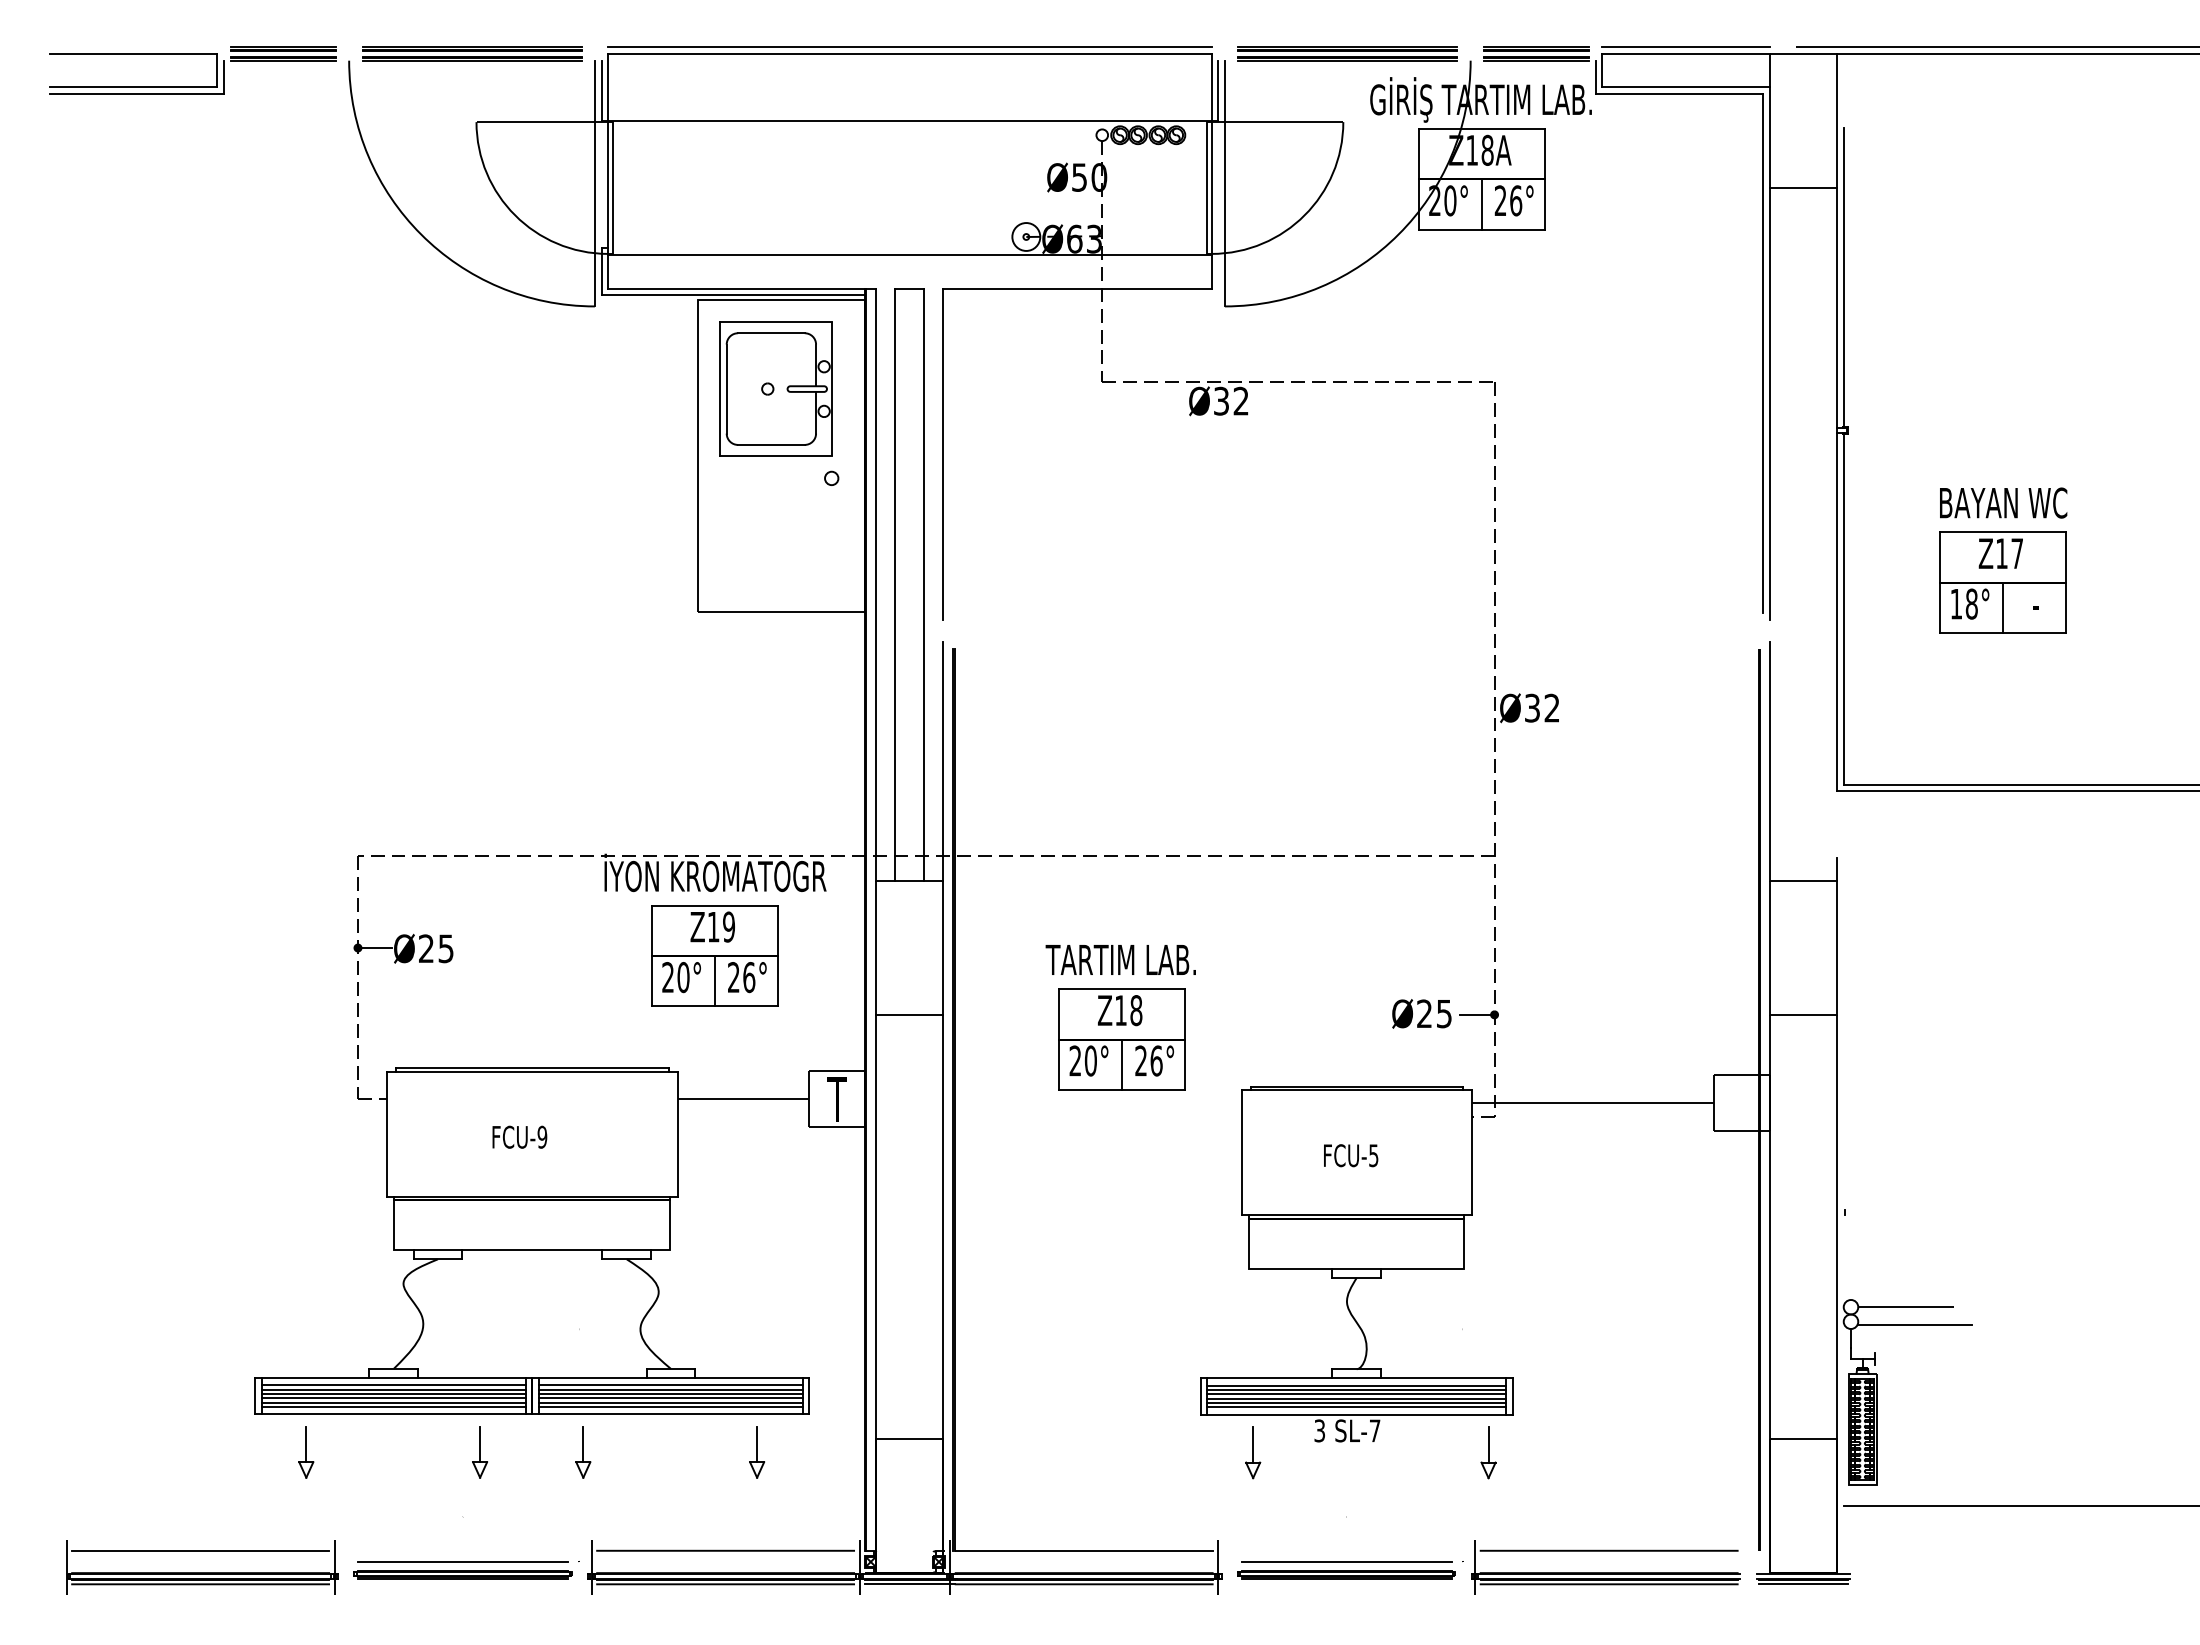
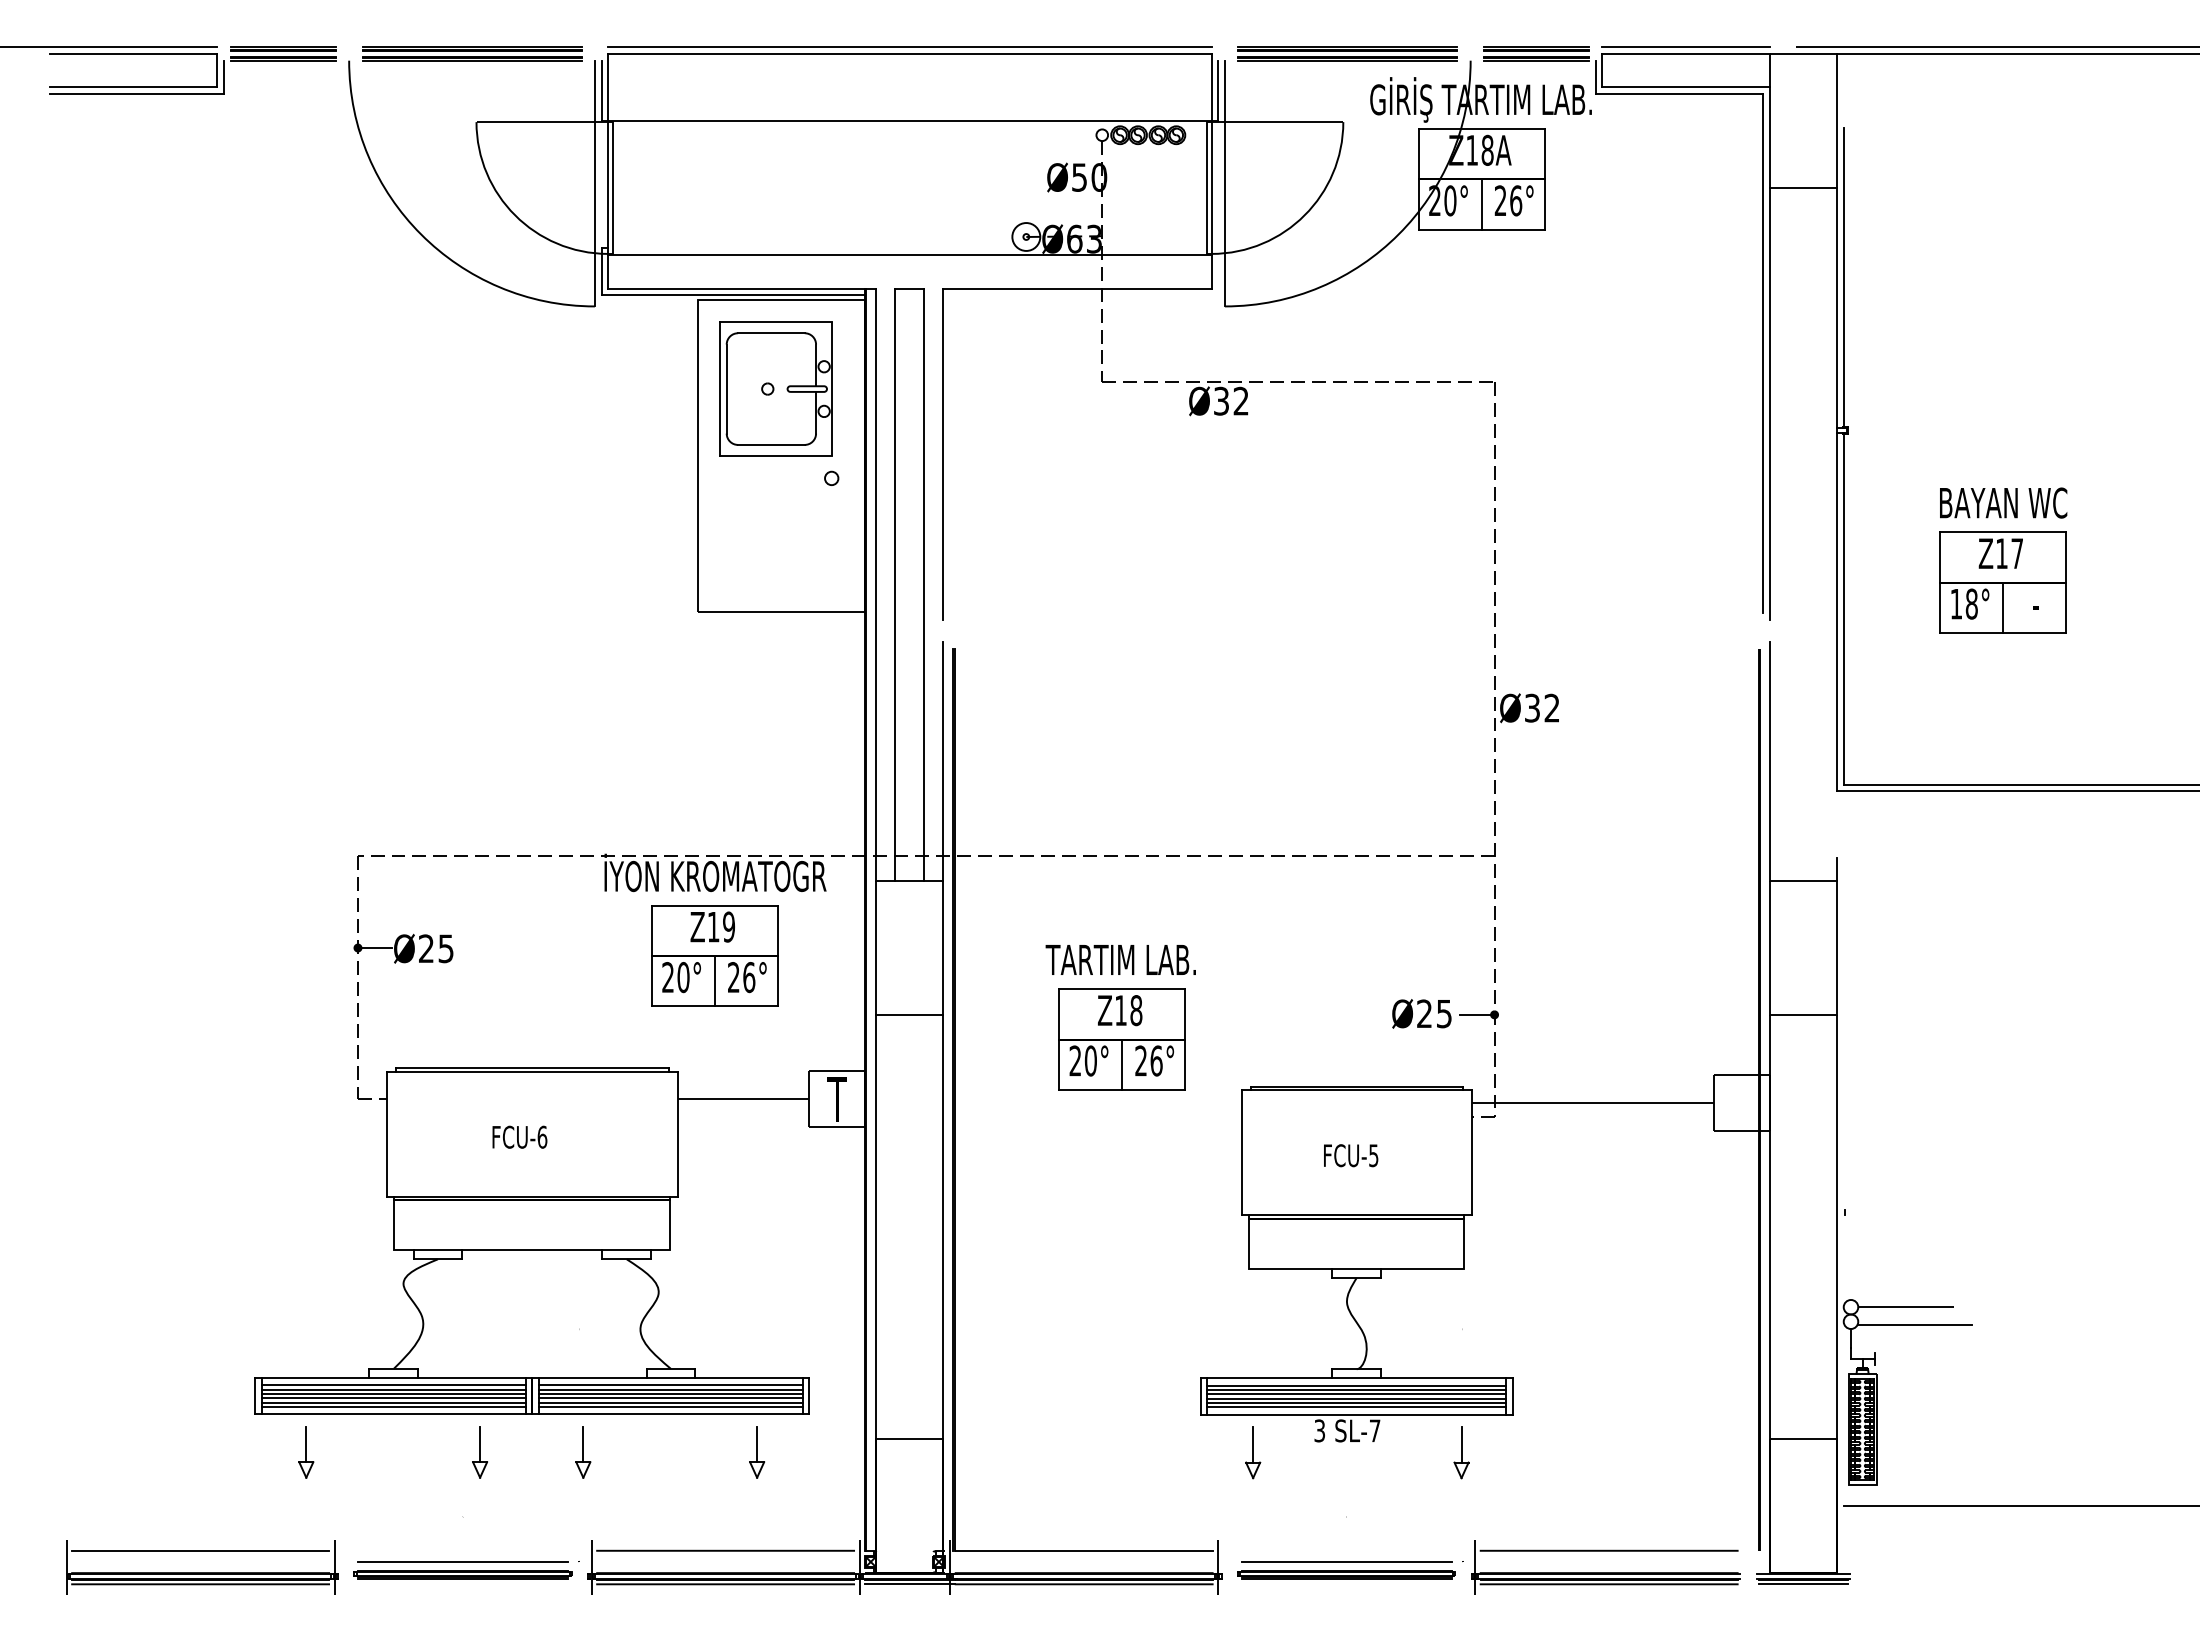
line at (109, 47): none -> present
text at (542, 1136): FCU-9 -> FCU-6
part at (1488, 1452) position: (1488, 1452) -> (1461, 1452)
